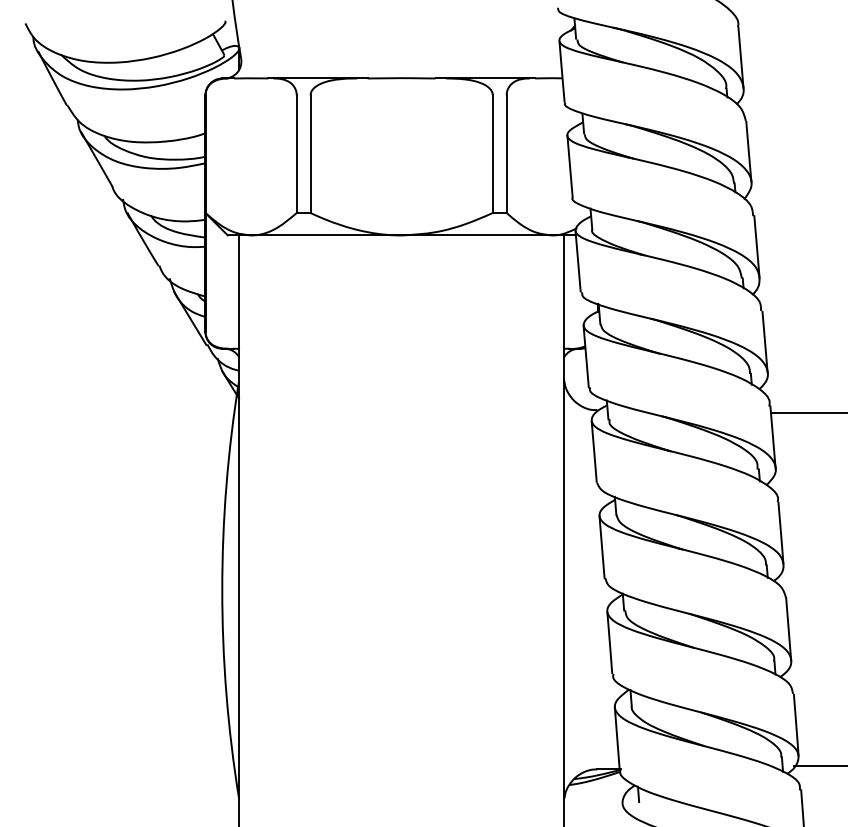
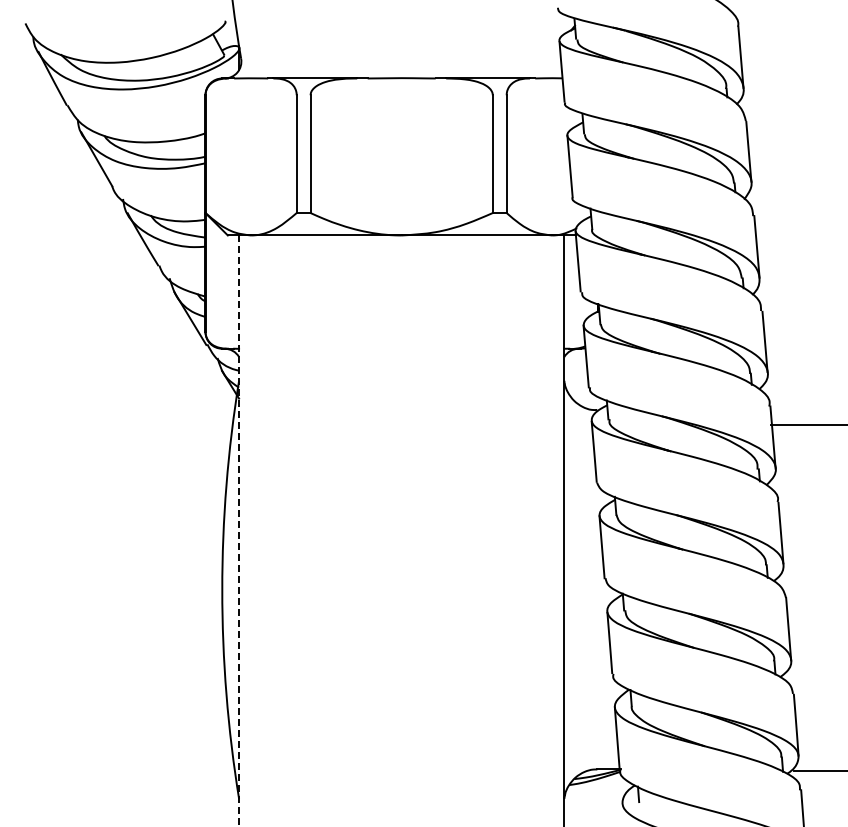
line at (807, 413) position: (807, 413) -> (807, 425)
line at (239, 531): solid -> dashed
line at (818, 766) position: (818, 766) -> (818, 771)
